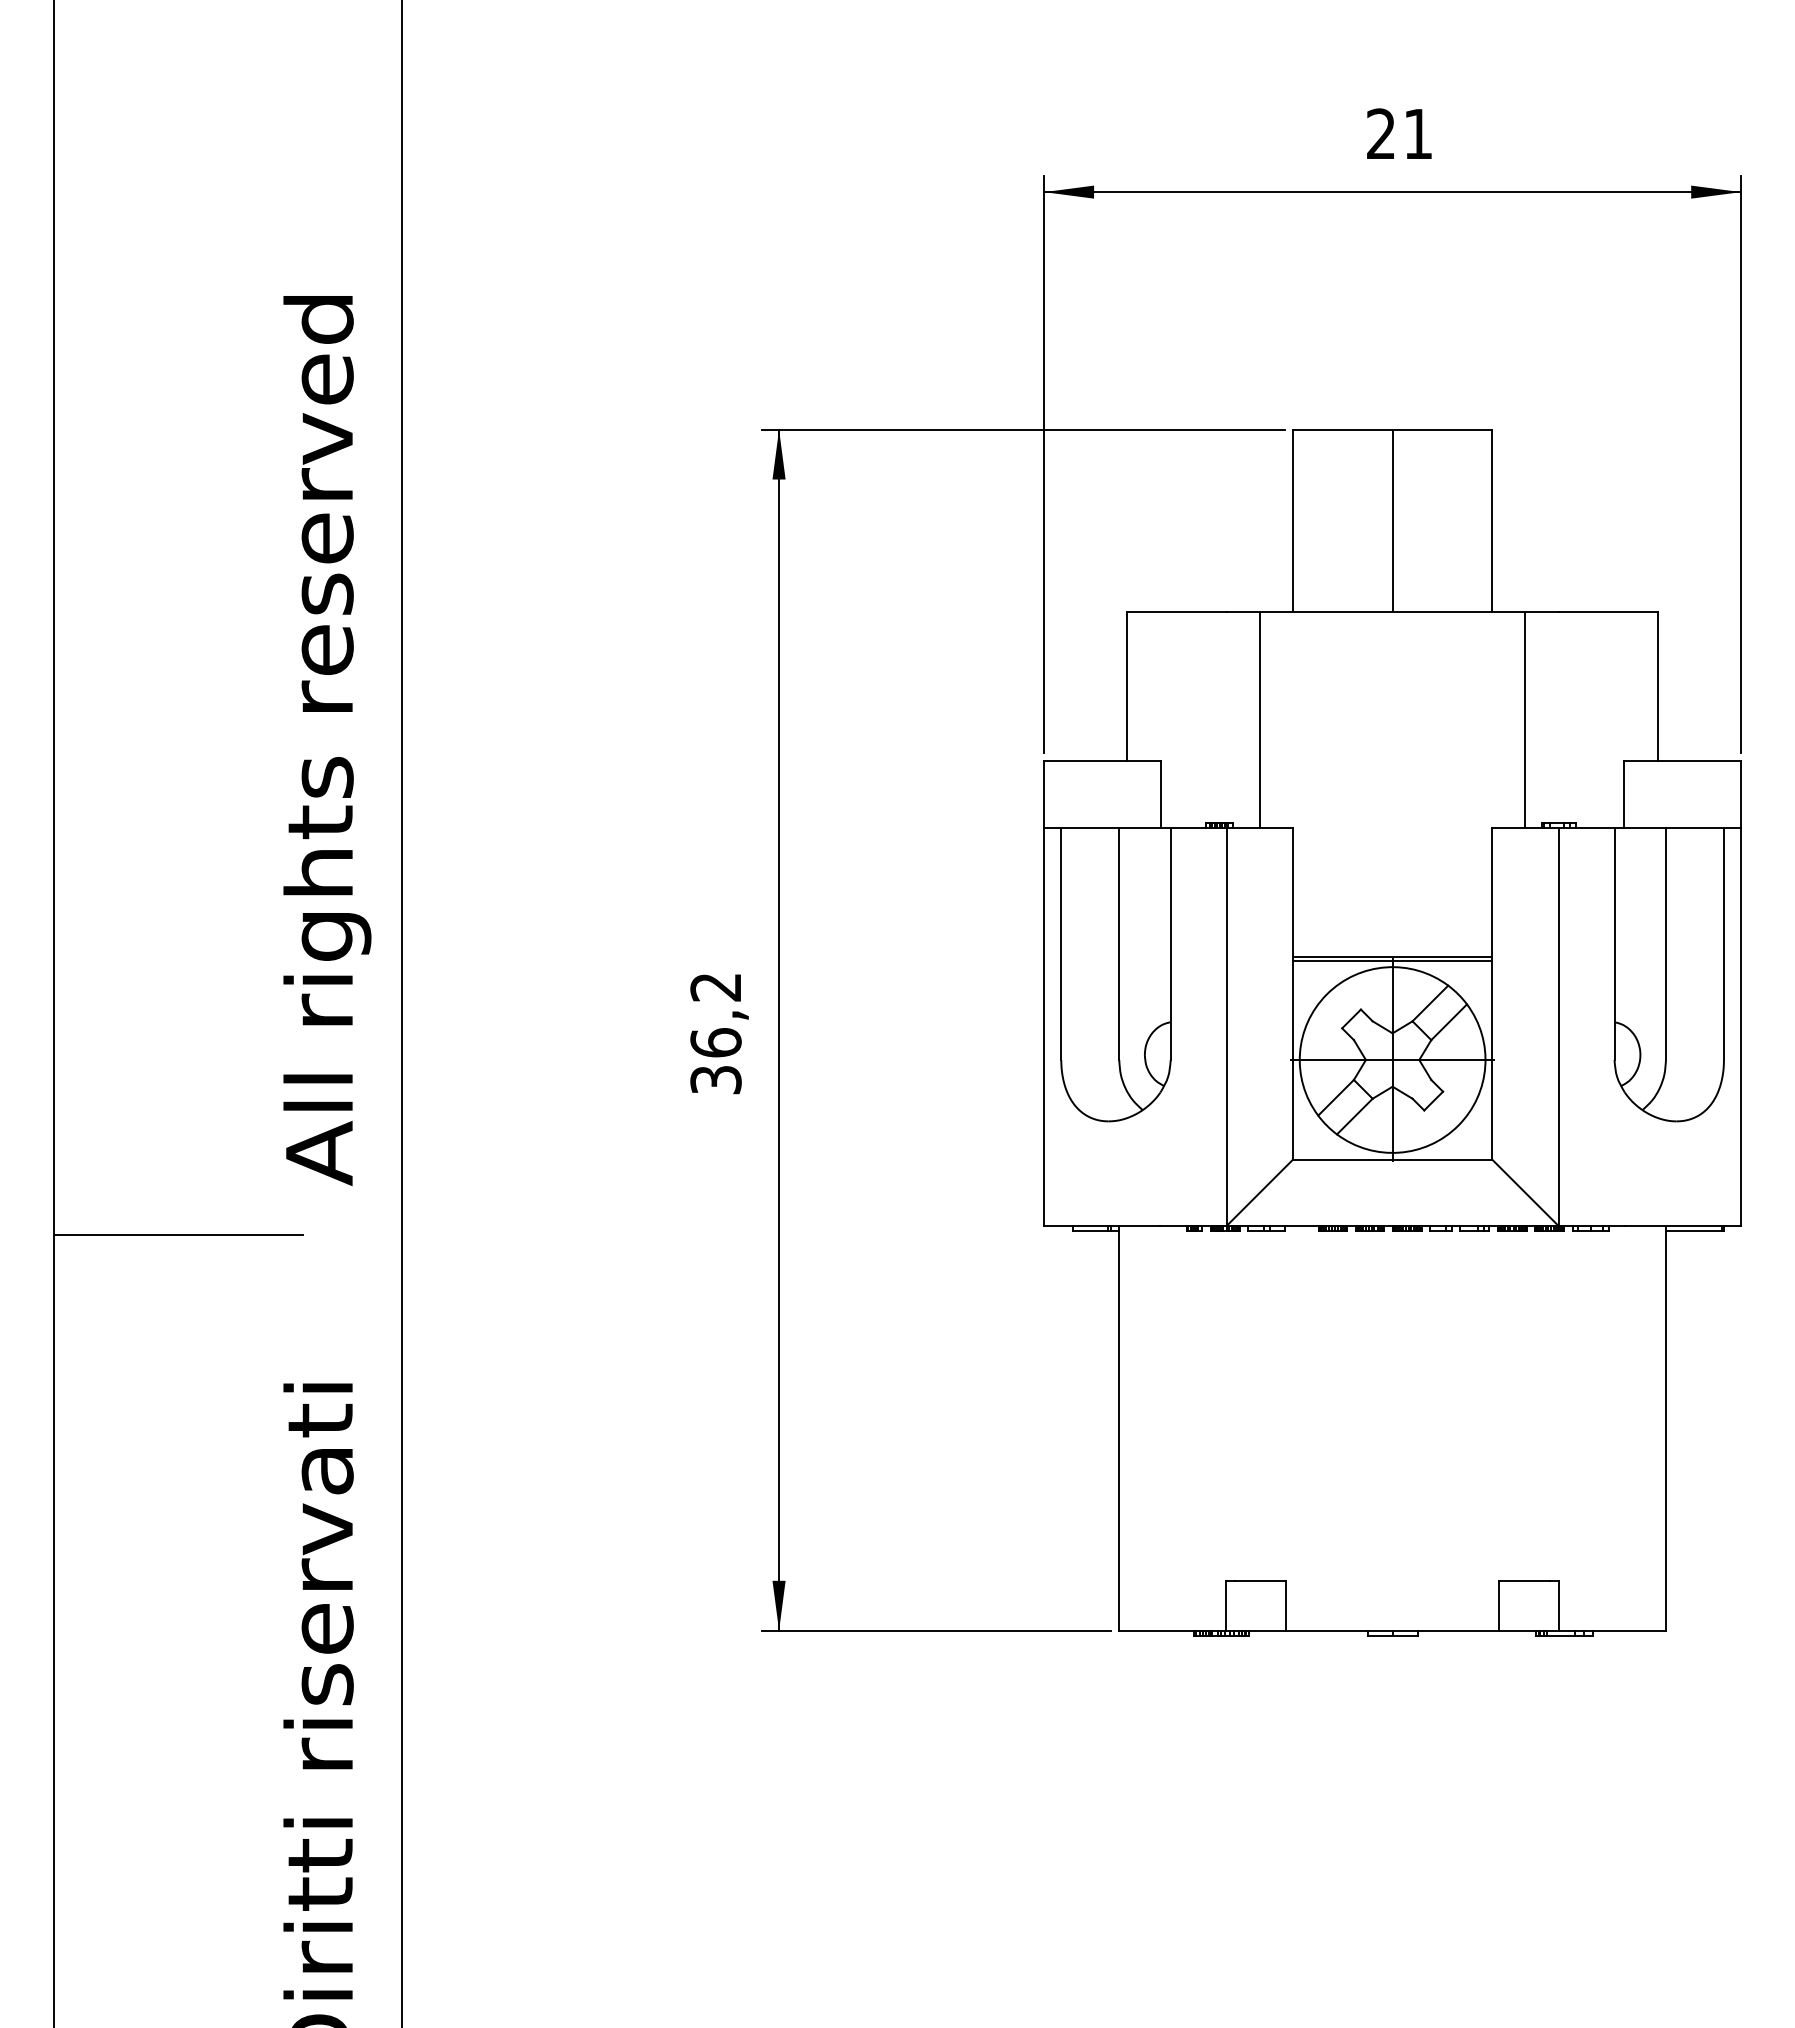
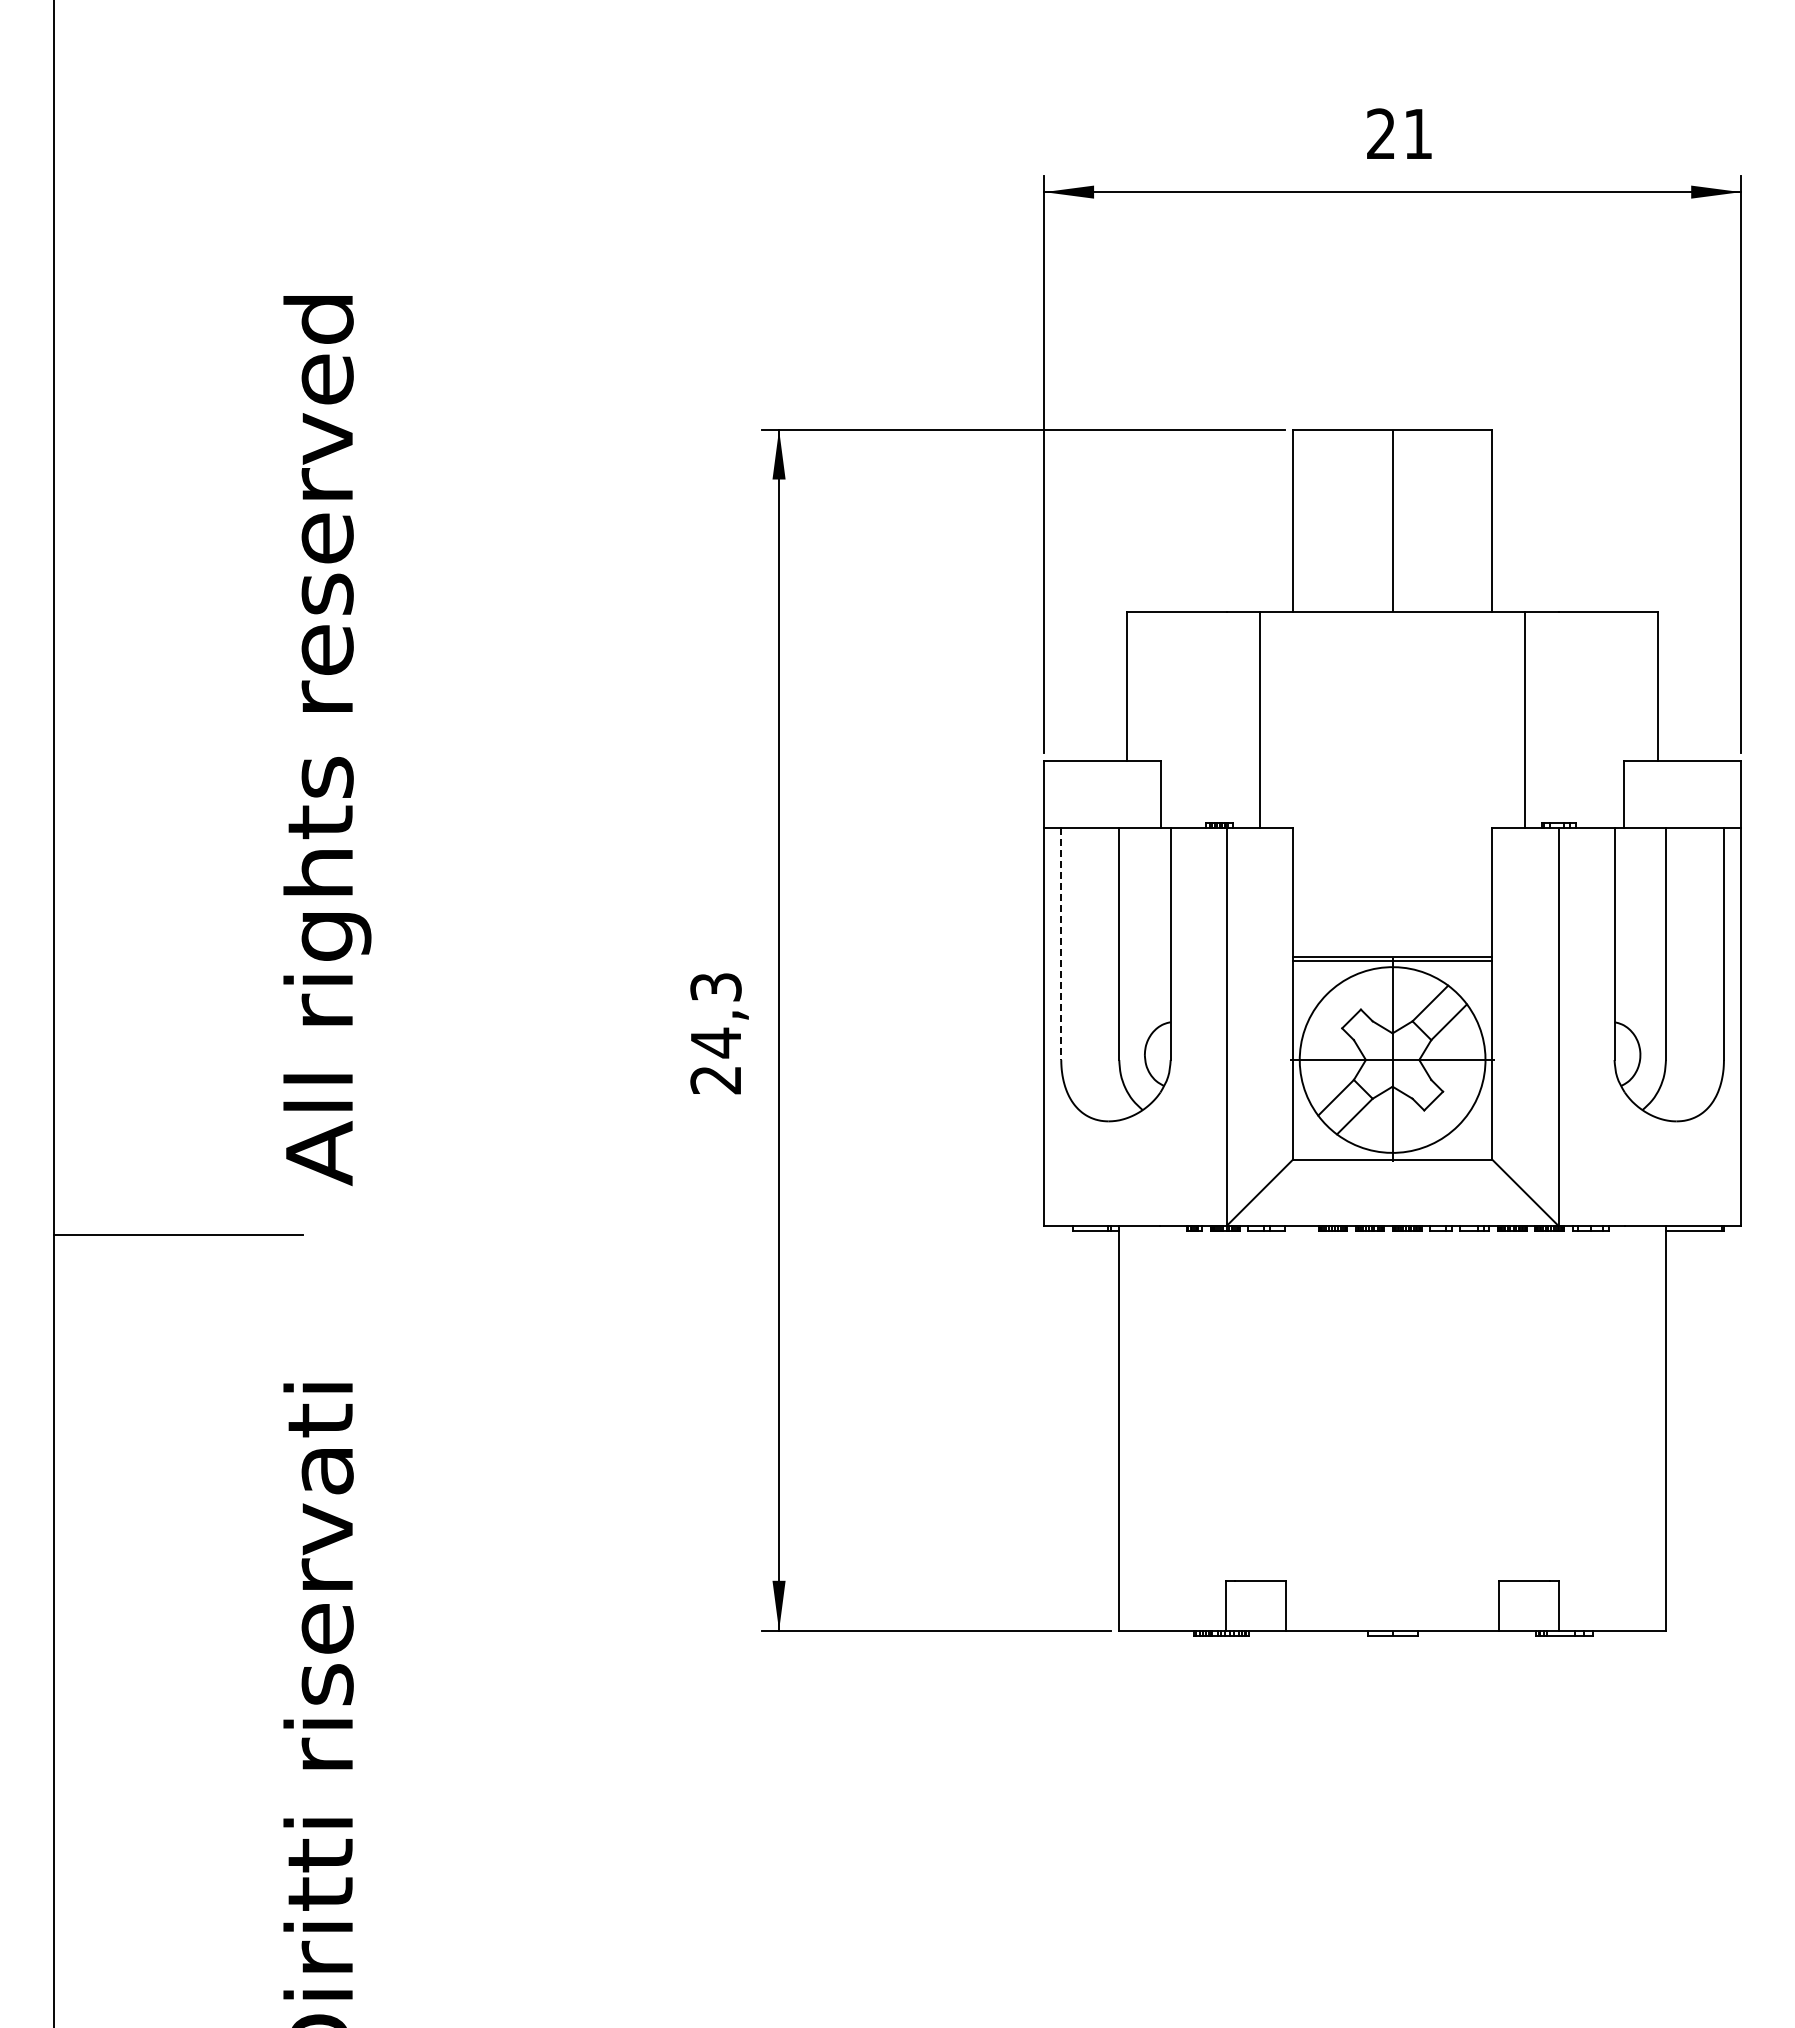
line at (1061, 944): solid -> dashed
line at (402, 1013): present -> none
text at (715, 1033): 36,2 -> 24,3
